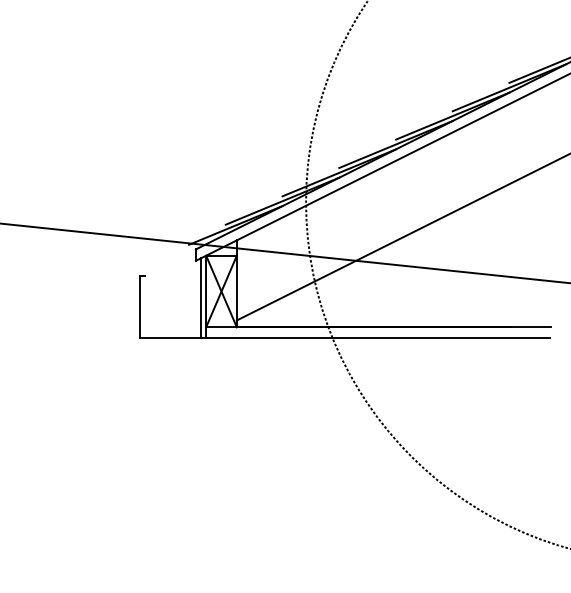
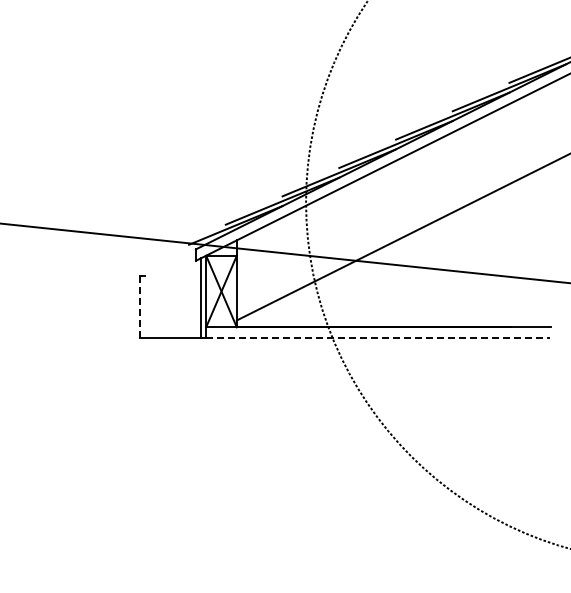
line at (139, 306): solid -> dashed
line at (378, 337): solid -> dashed
